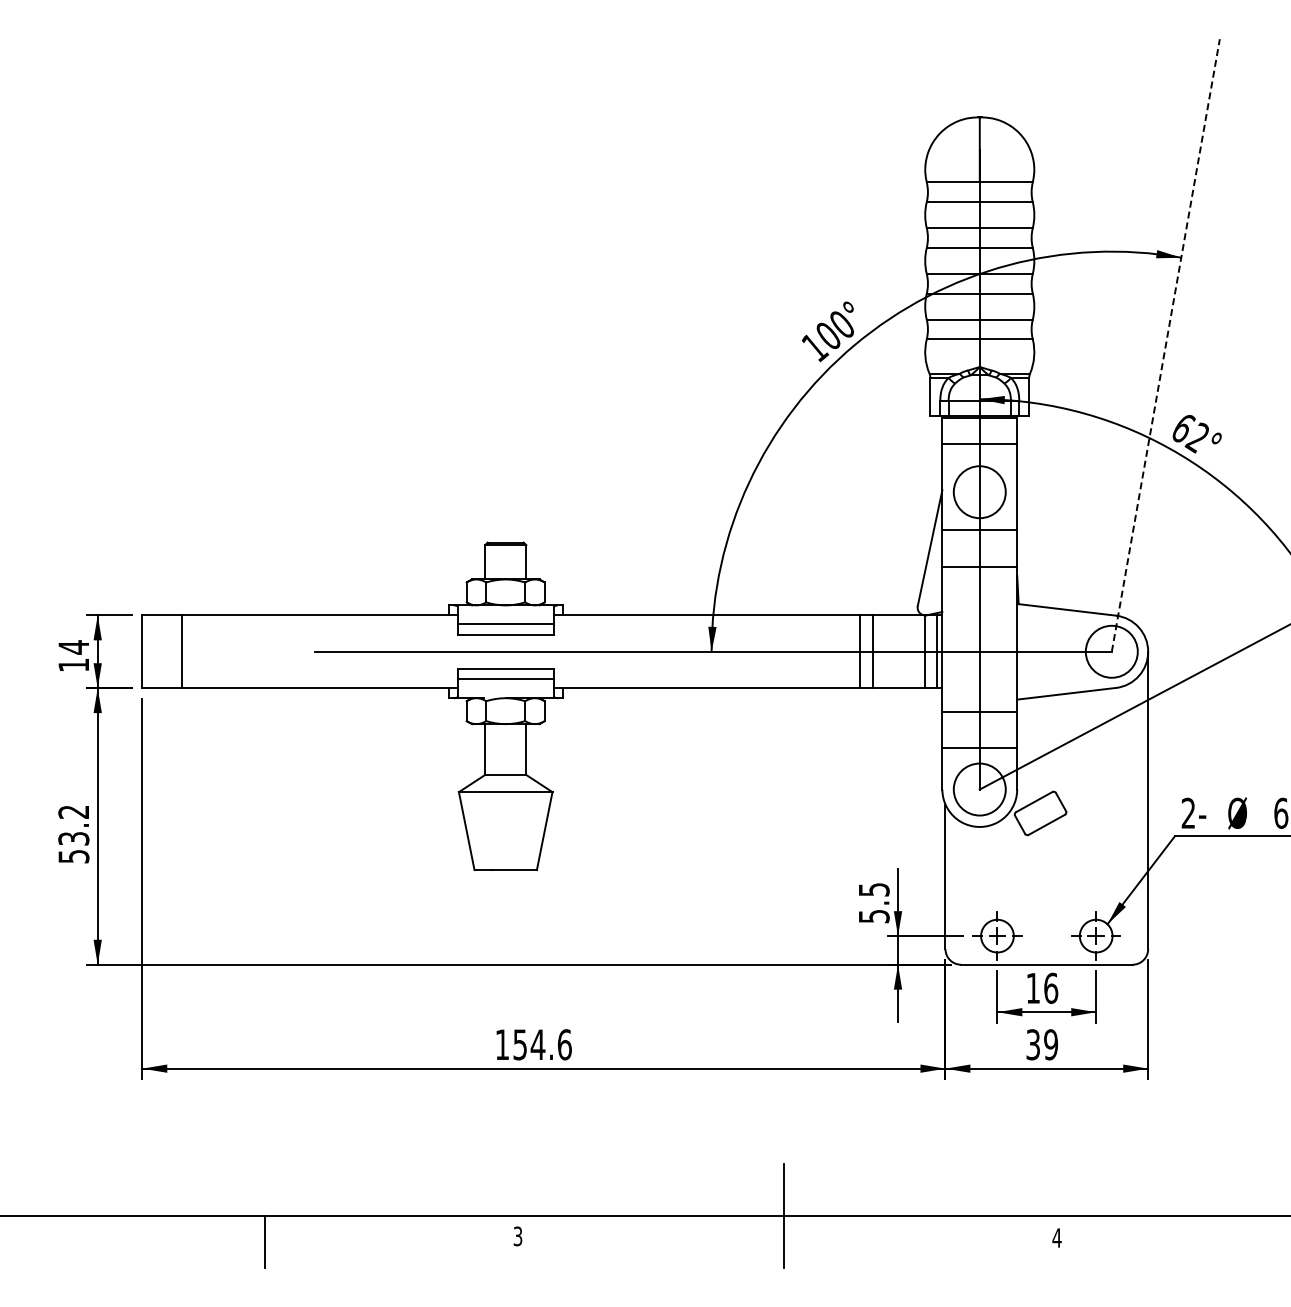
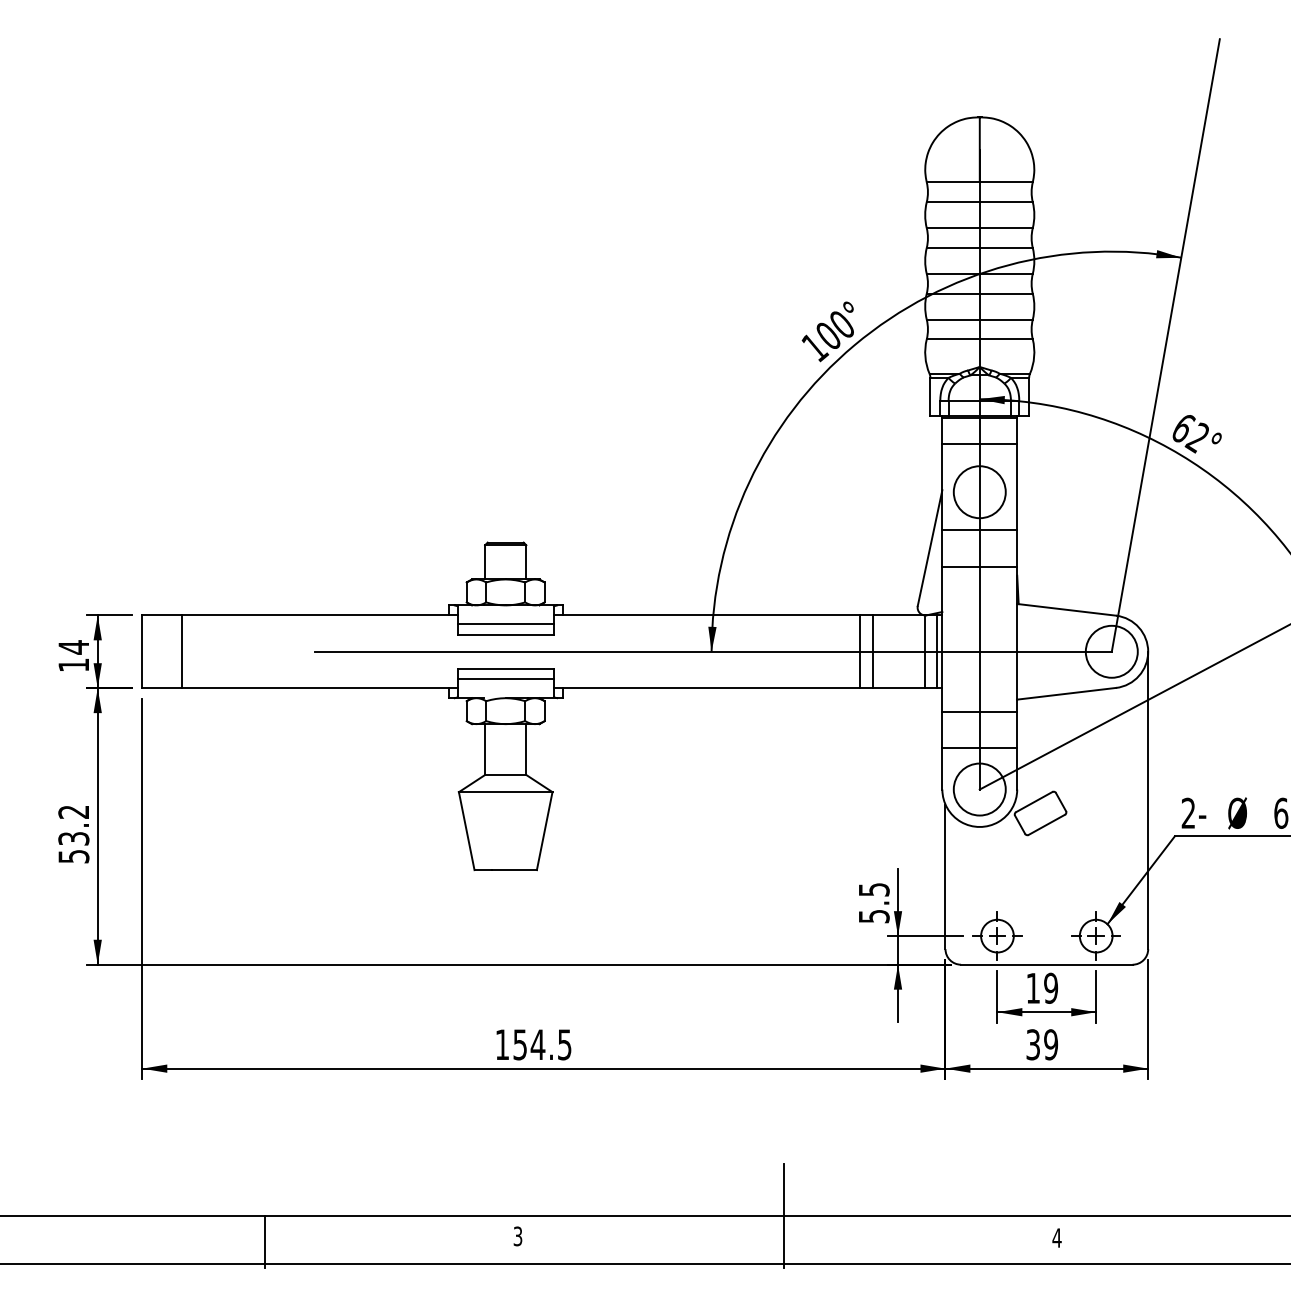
line at (1165, 345): dashed -> solid
text at (1051, 987): 16 -> 19
text at (564, 1044): 154.6 -> 154.5
line at (644, 1264): none -> present
